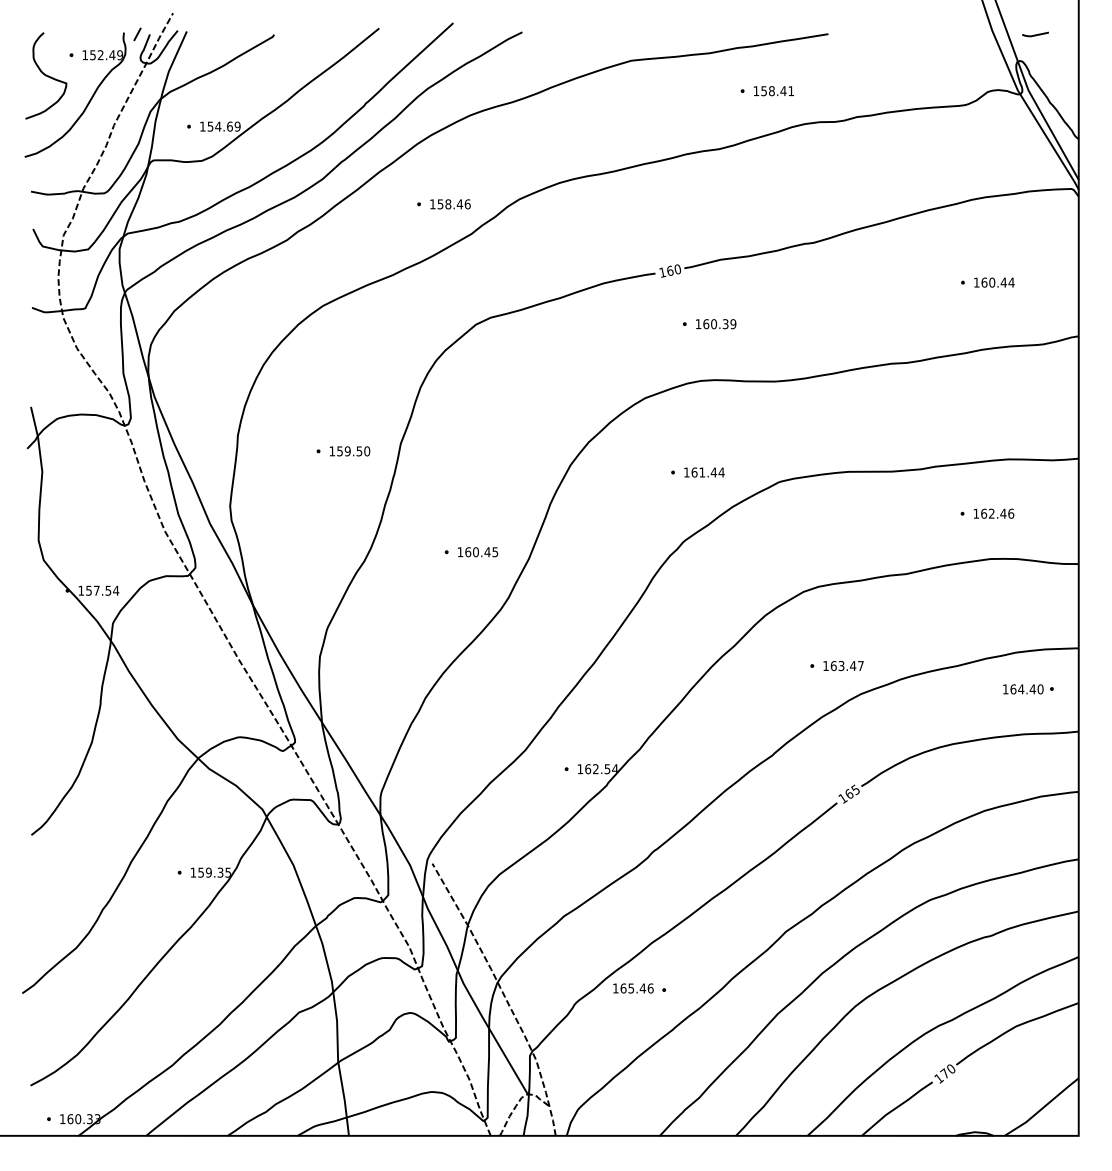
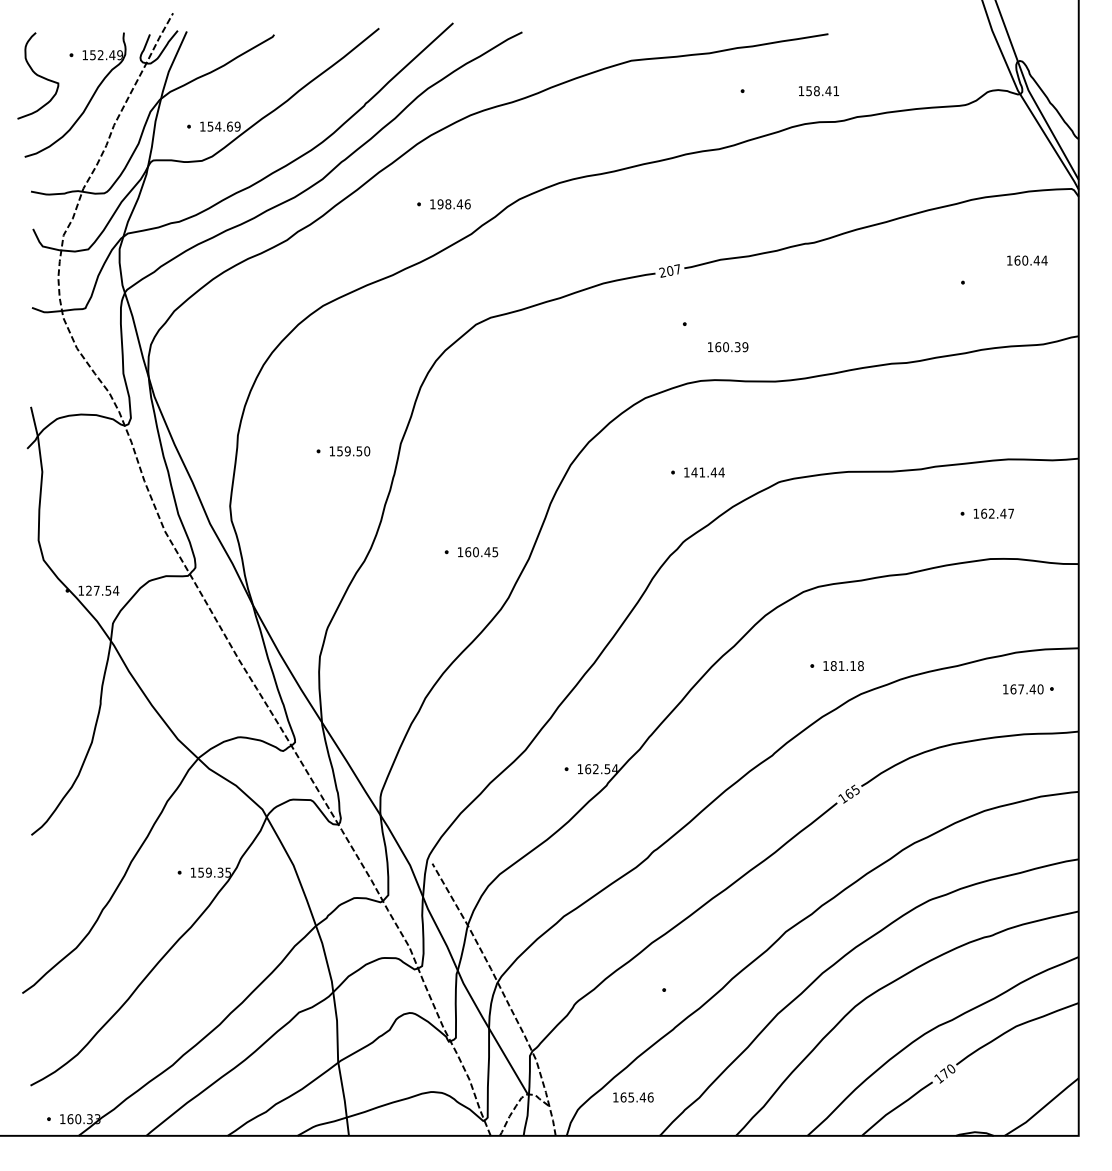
line at (137, 34): present -> none
line at (1035, 34): present -> none
curve at (46, 75) position: (46, 75) -> (38, 75)
text at (773, 91) position: (773, 91) -> (818, 91)
text at (440, 204): 158.46 -> 198.46
text at (669, 270): 160 -> 207
text at (994, 282) position: (994, 282) -> (1027, 260)
text at (716, 324) position: (716, 324) -> (728, 347)
text at (694, 472): 161.44 -> 141.44
text at (1011, 513): 162.46 -> 162.47
text at (88, 590): 157.54 -> 127.54
text at (846, 666): 163.47 -> 181.18
text at (1021, 689): 164.40 -> 167.40
text at (633, 988) position: (633, 988) -> (633, 1097)
